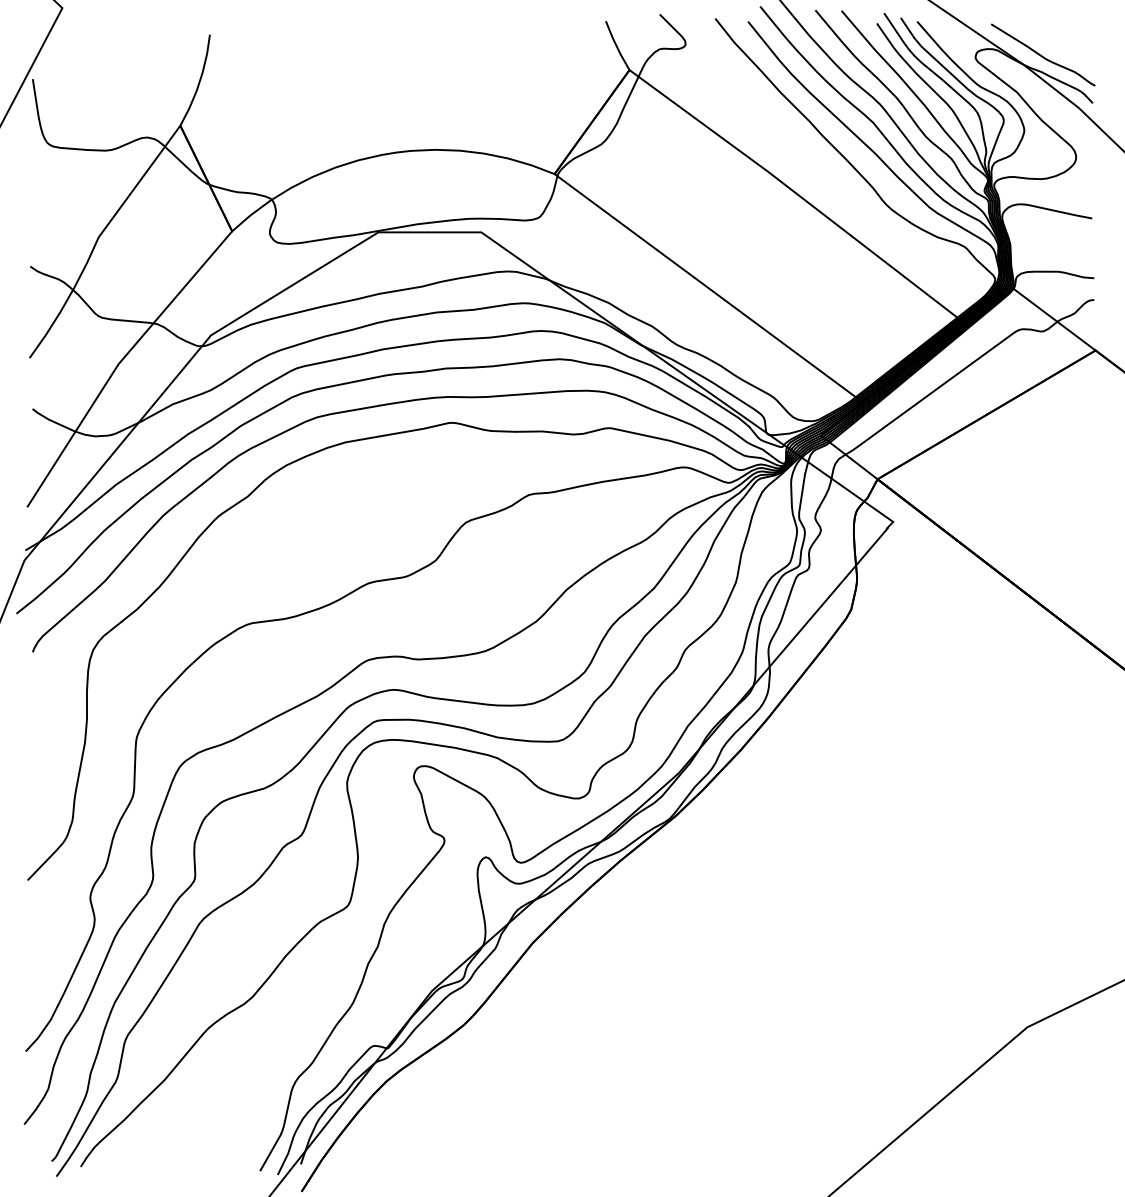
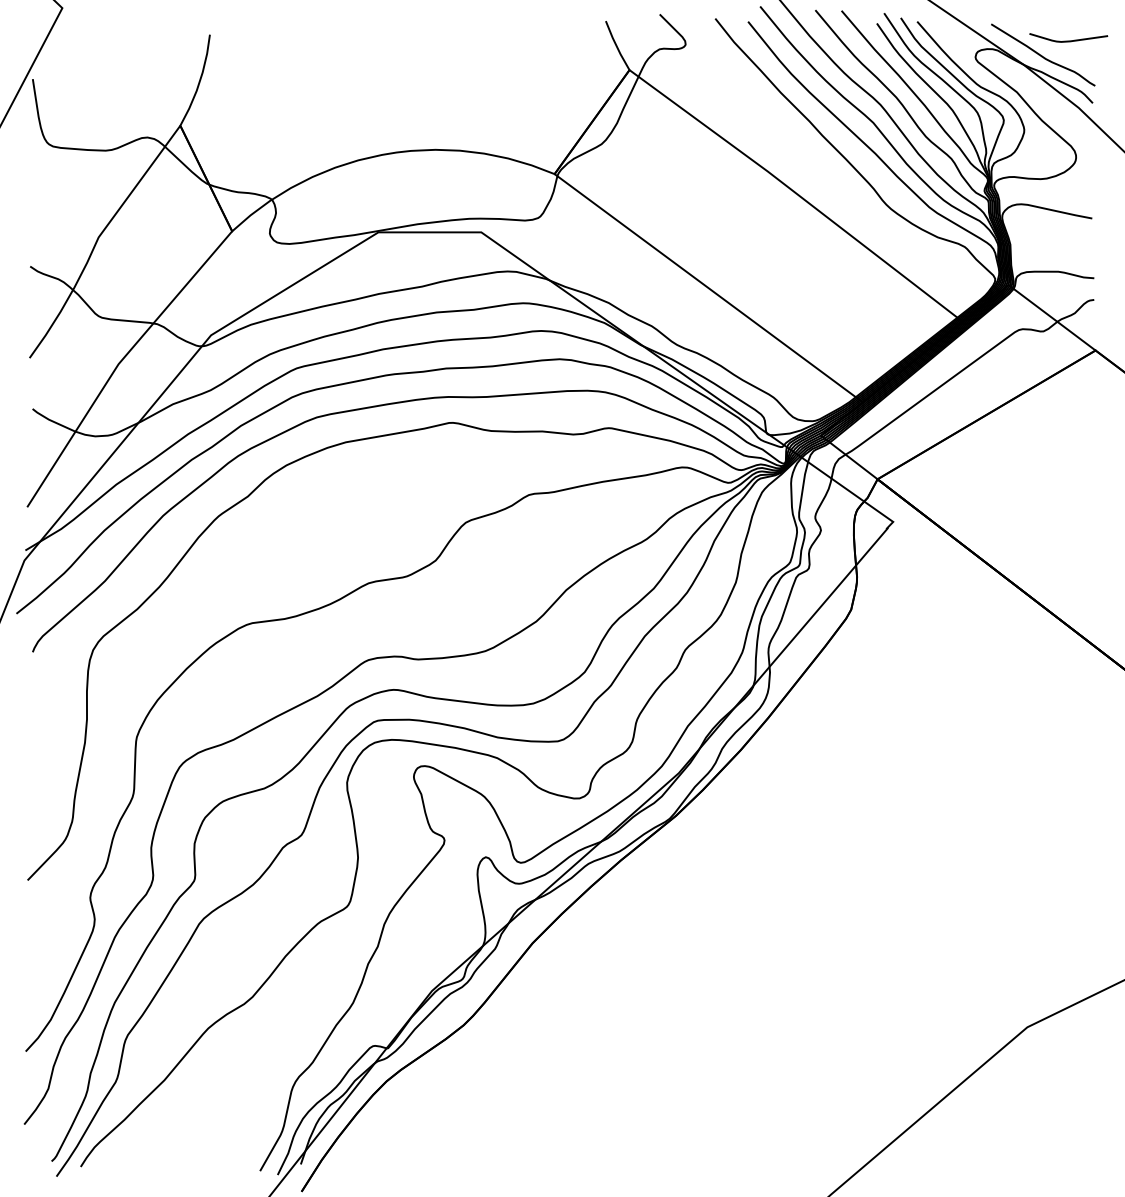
curve at (1068, 40): none -> present
